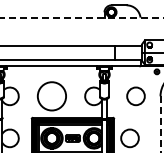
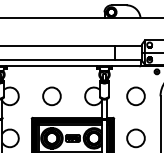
line at (81, 17): dashed -> solid
circle at (51, 96) diameter: 28 px -> 18 px
line at (160, 125): dashed -> solid
circle at (129, 138) position: (129, 138) -> (135, 138)
